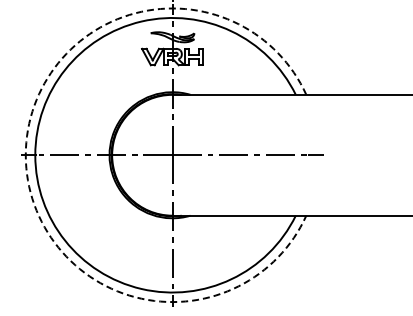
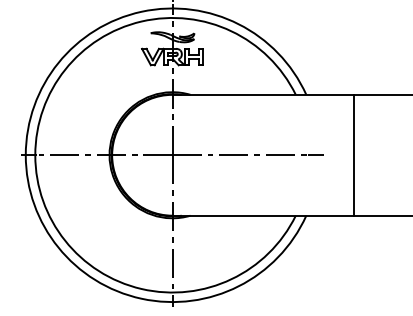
line at (353, 154): none -> present
arc at (25, 155): dashed -> solid
